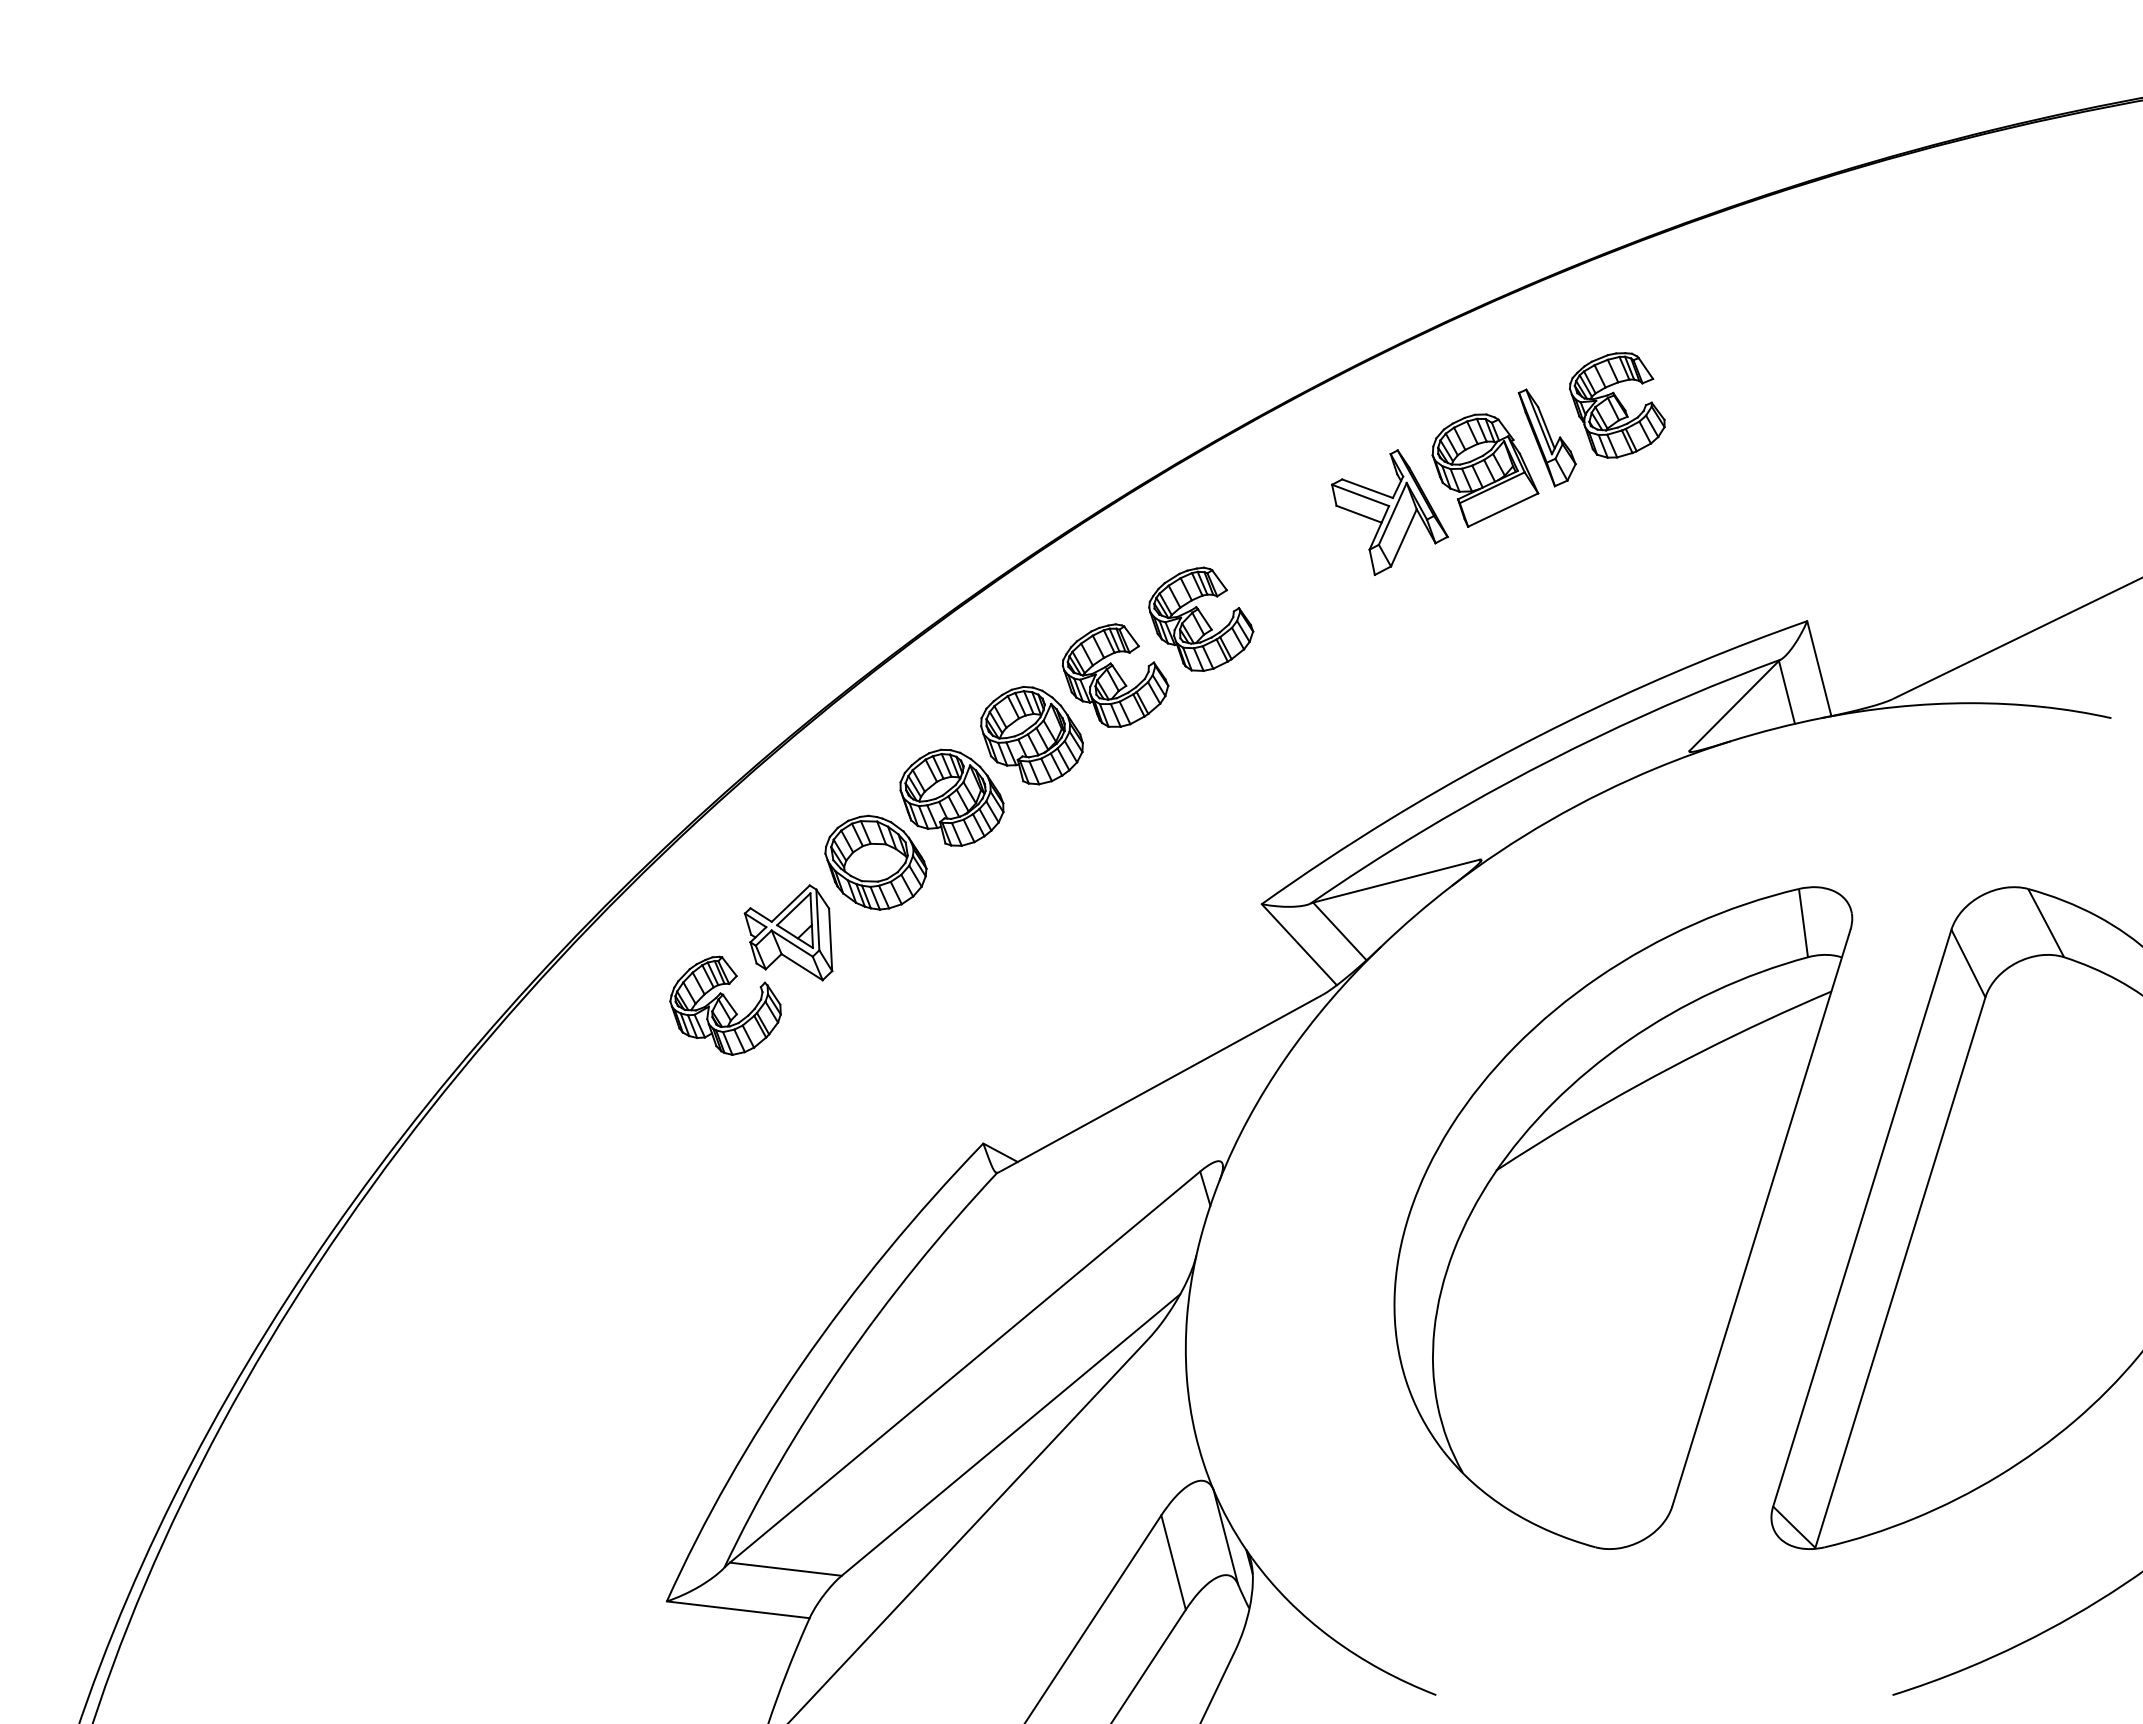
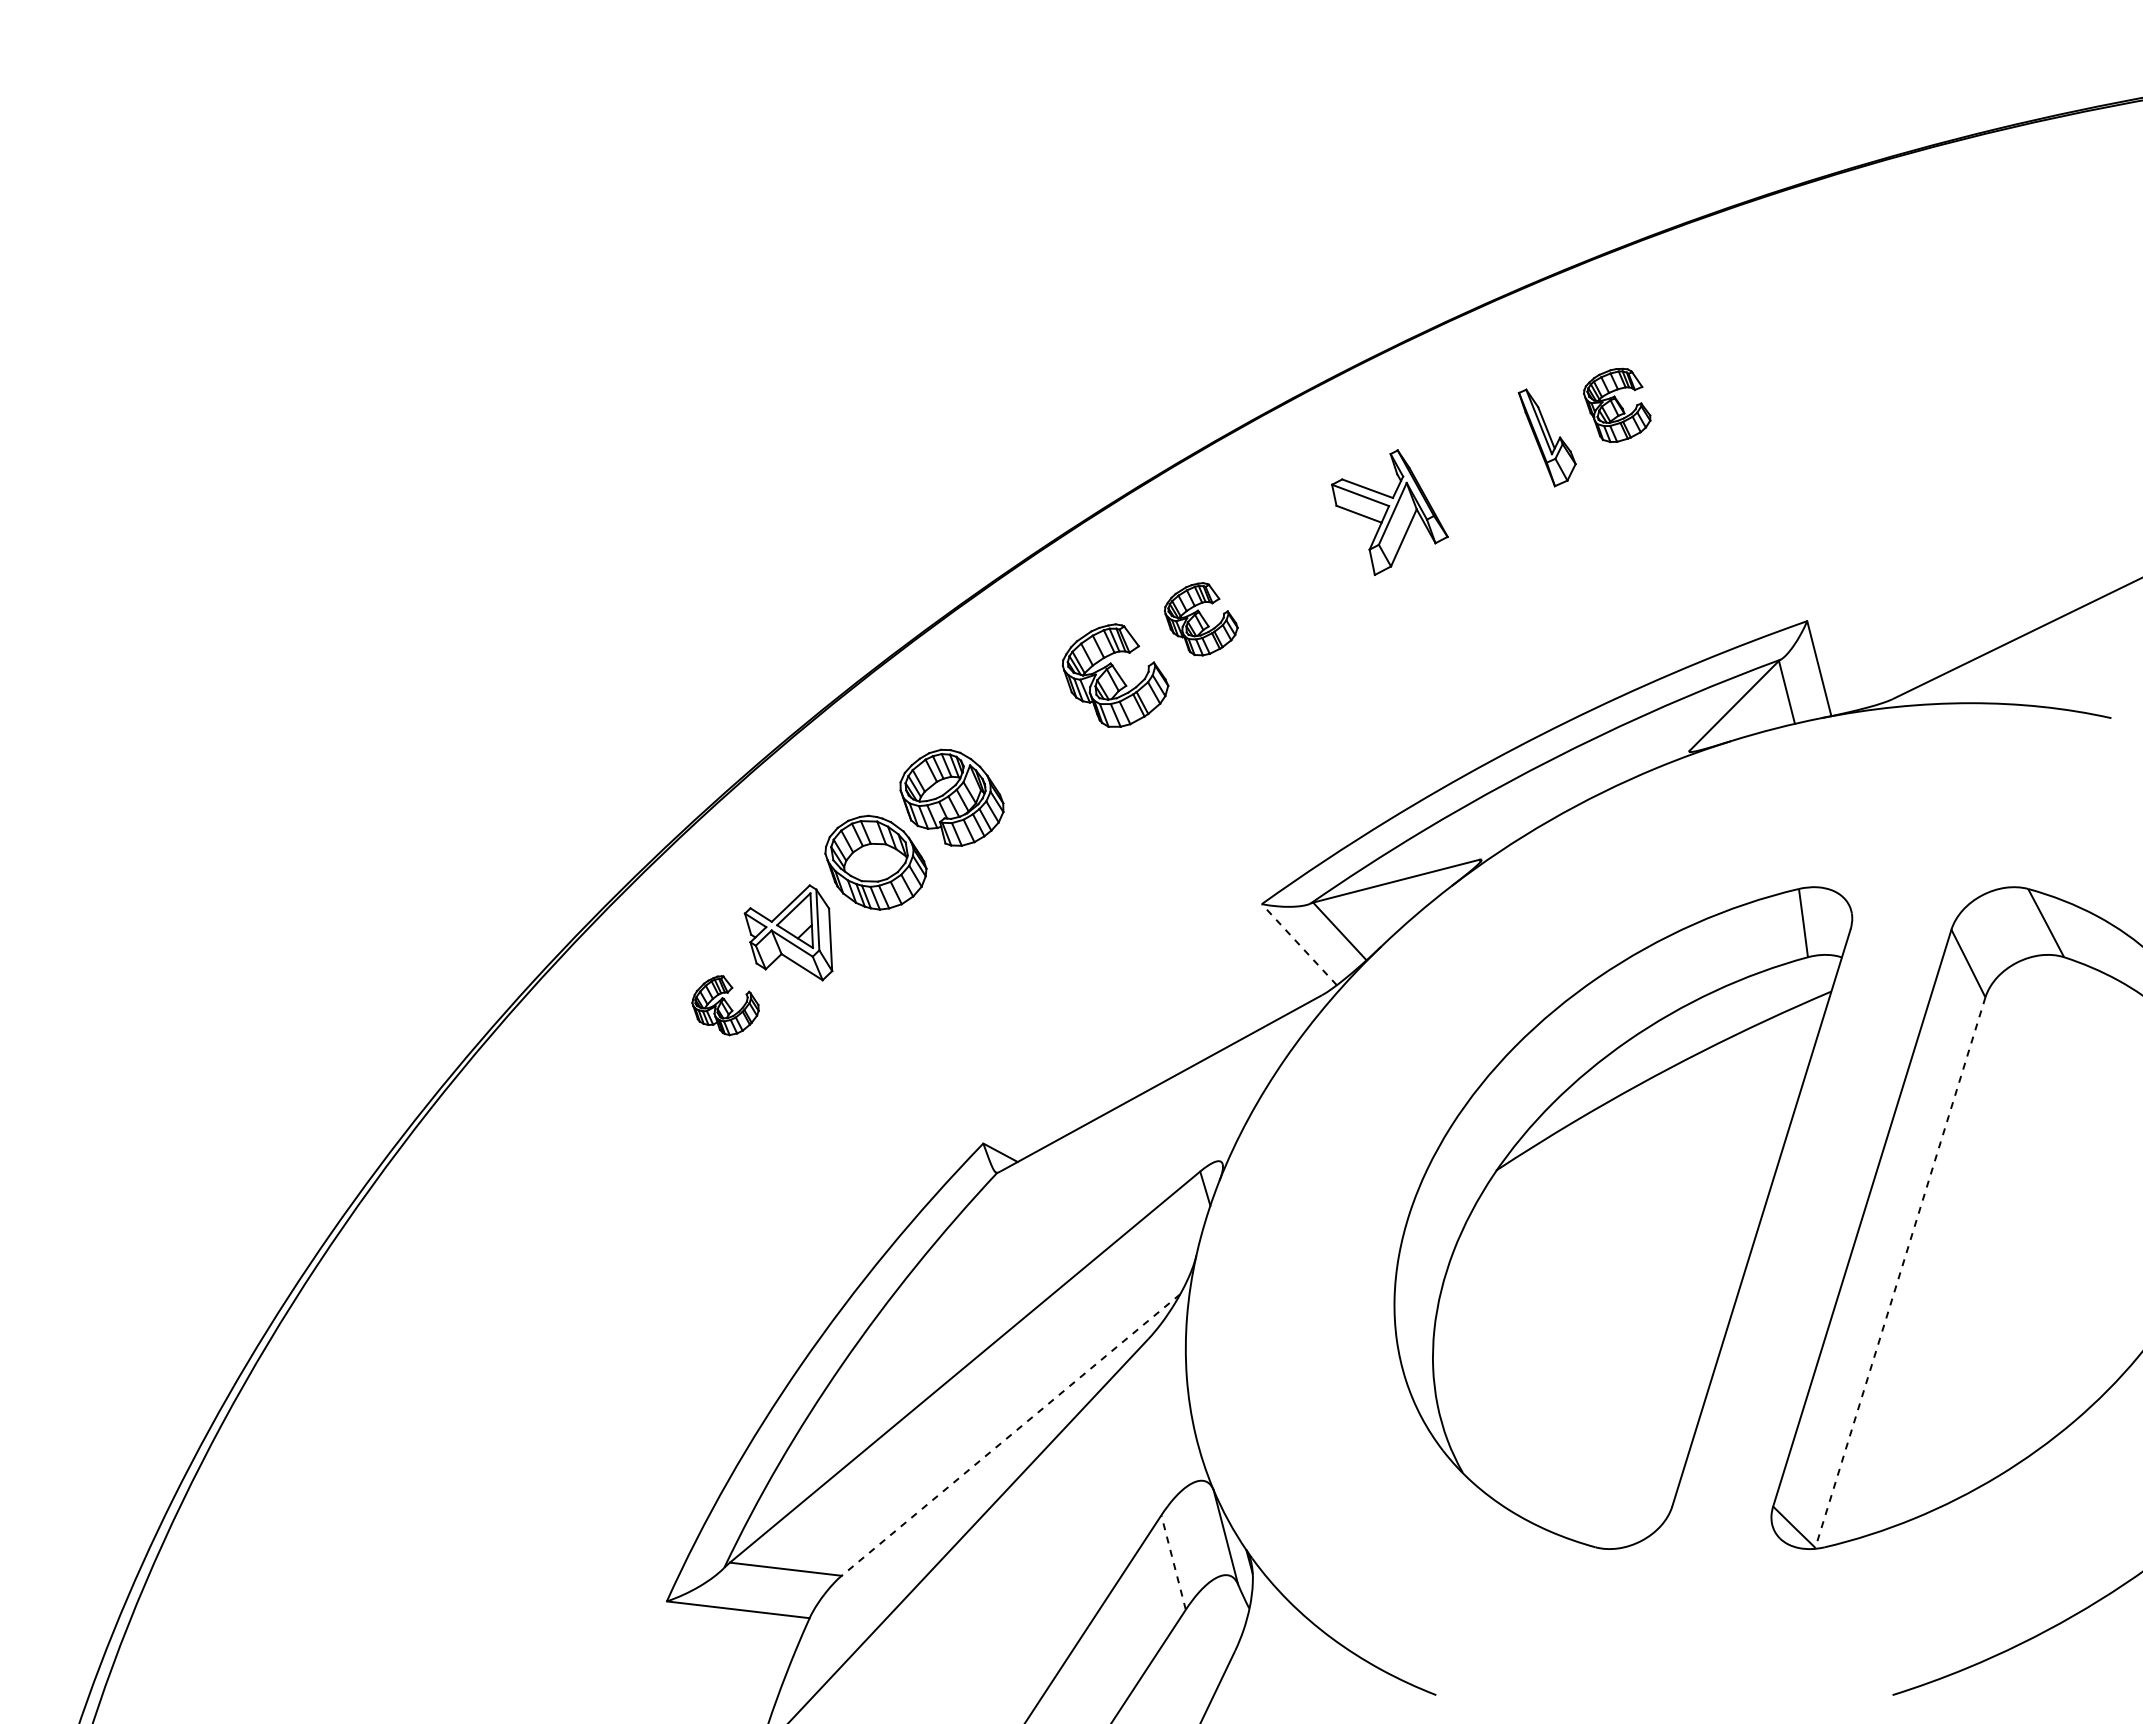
part at (1616, 405) size: 98x107 px -> 69x76 px
part at (1485, 470): present -> none
part at (1201, 618) size: 107x106 px -> 75x75 px
part at (1031, 735): present -> none
line at (1299, 944): solid -> dashed
part at (725, 1005) size: 113x101 px -> 69x62 px
line at (1900, 1273): solid -> dashed
line at (1010, 1435): solid -> dashed
line at (1173, 1562): solid -> dashed
